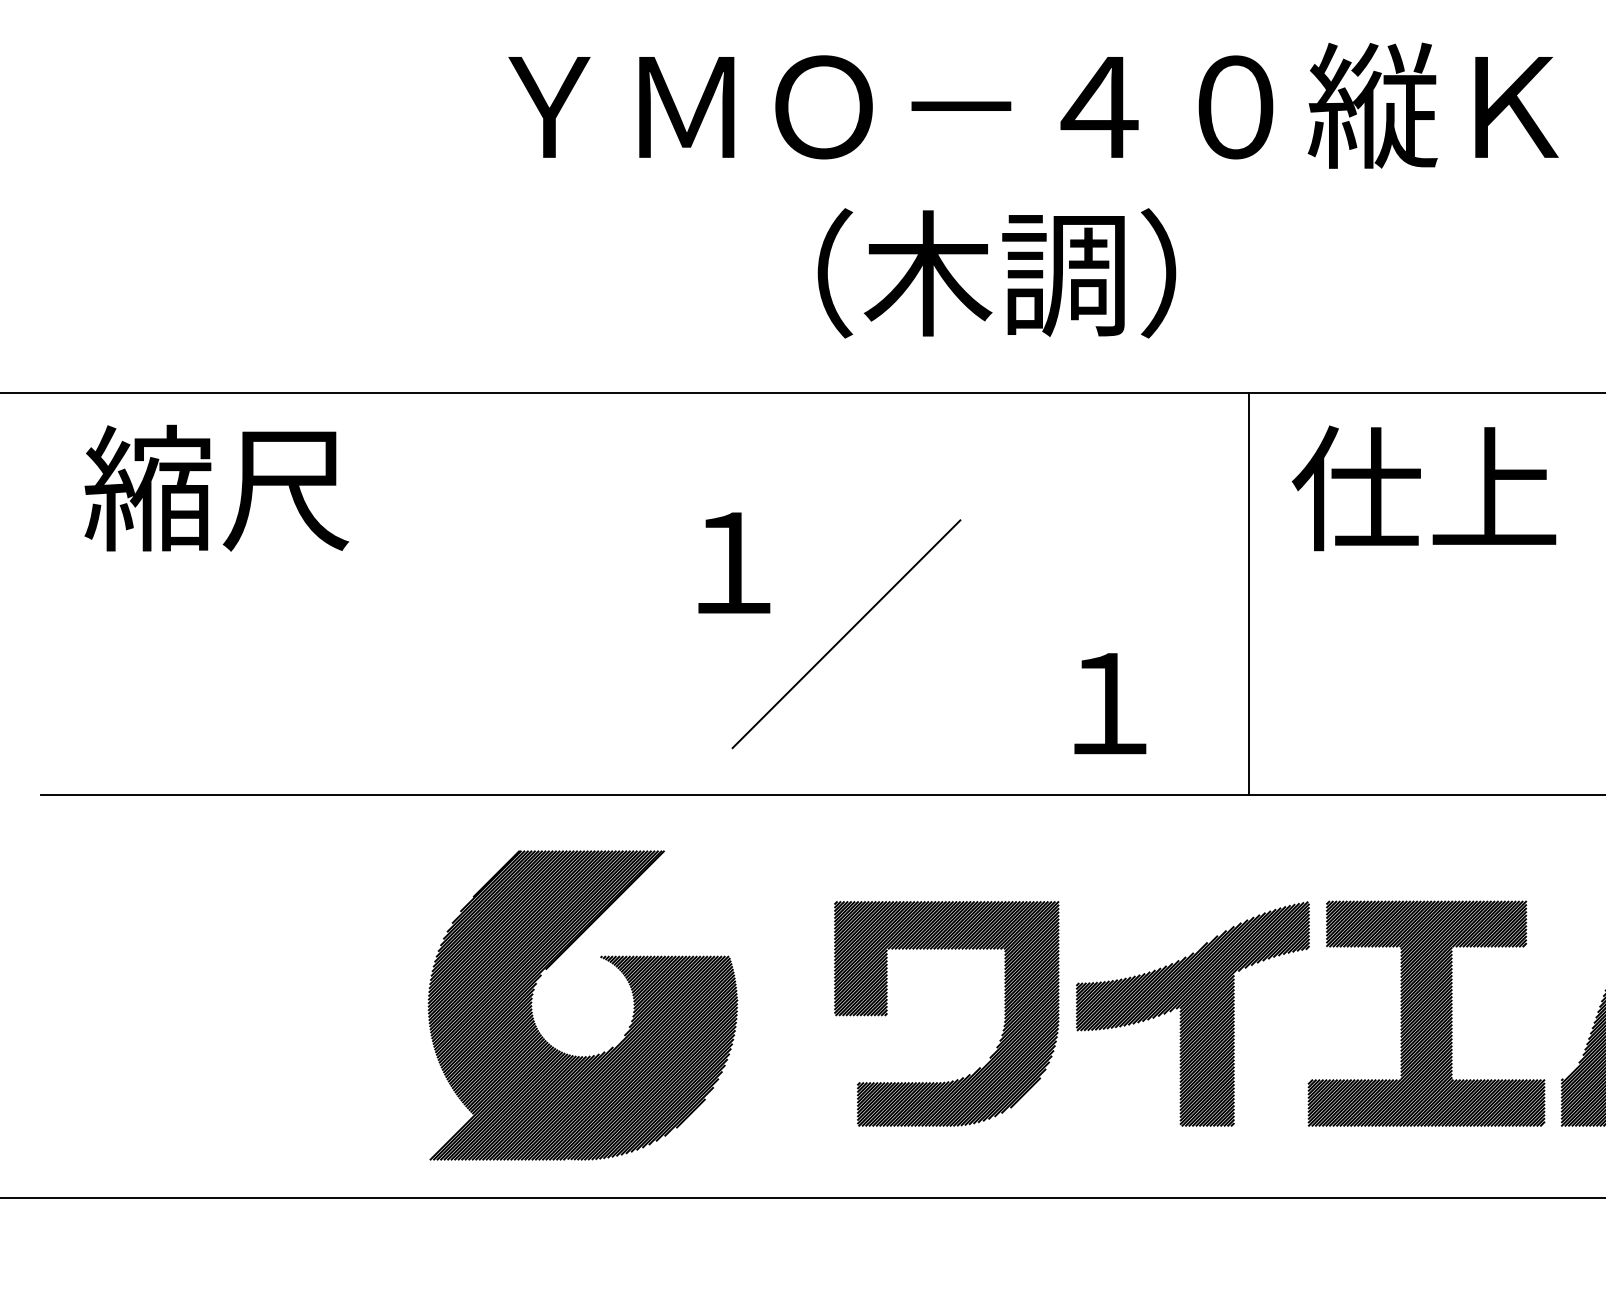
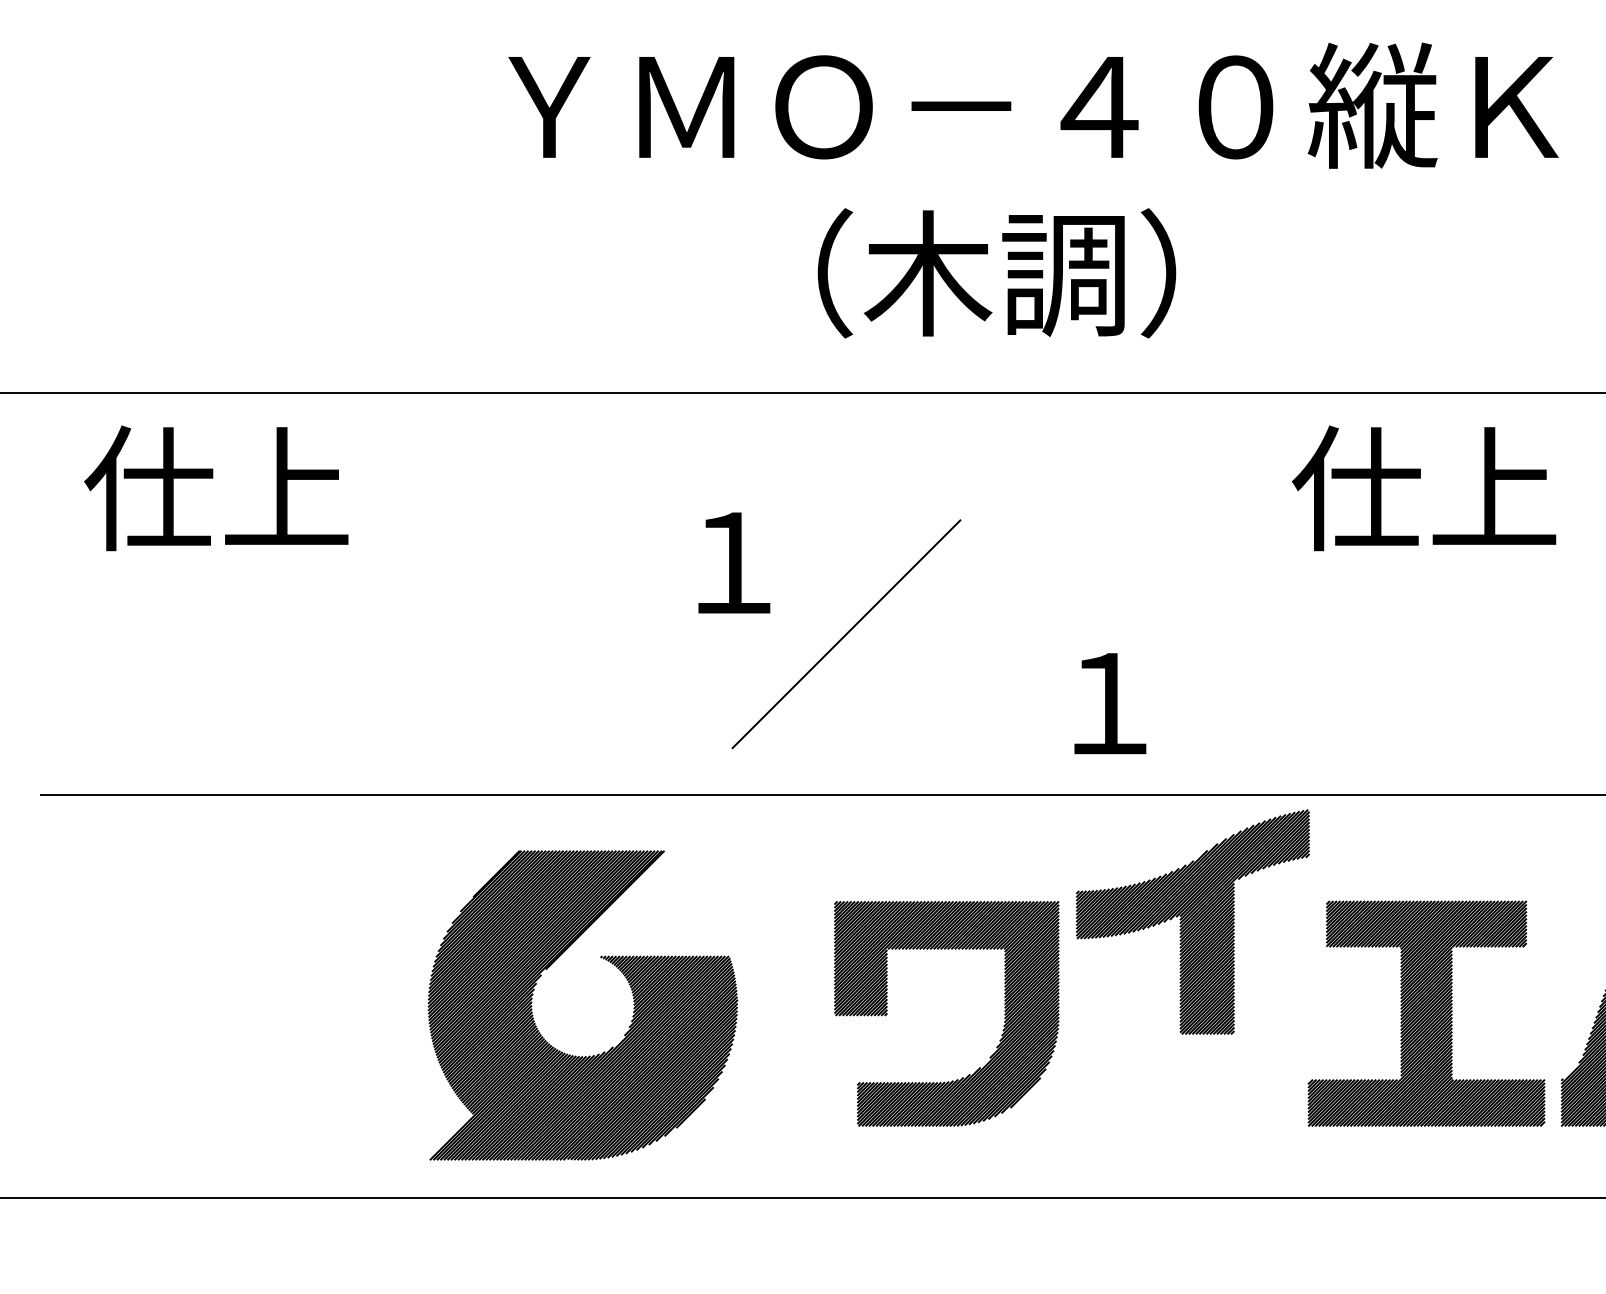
text at (216, 487): 縮尺 -> 仕上
line at (1249, 593): present -> none
part at (1192, 1013) position: (1192, 1013) -> (1192, 921)
